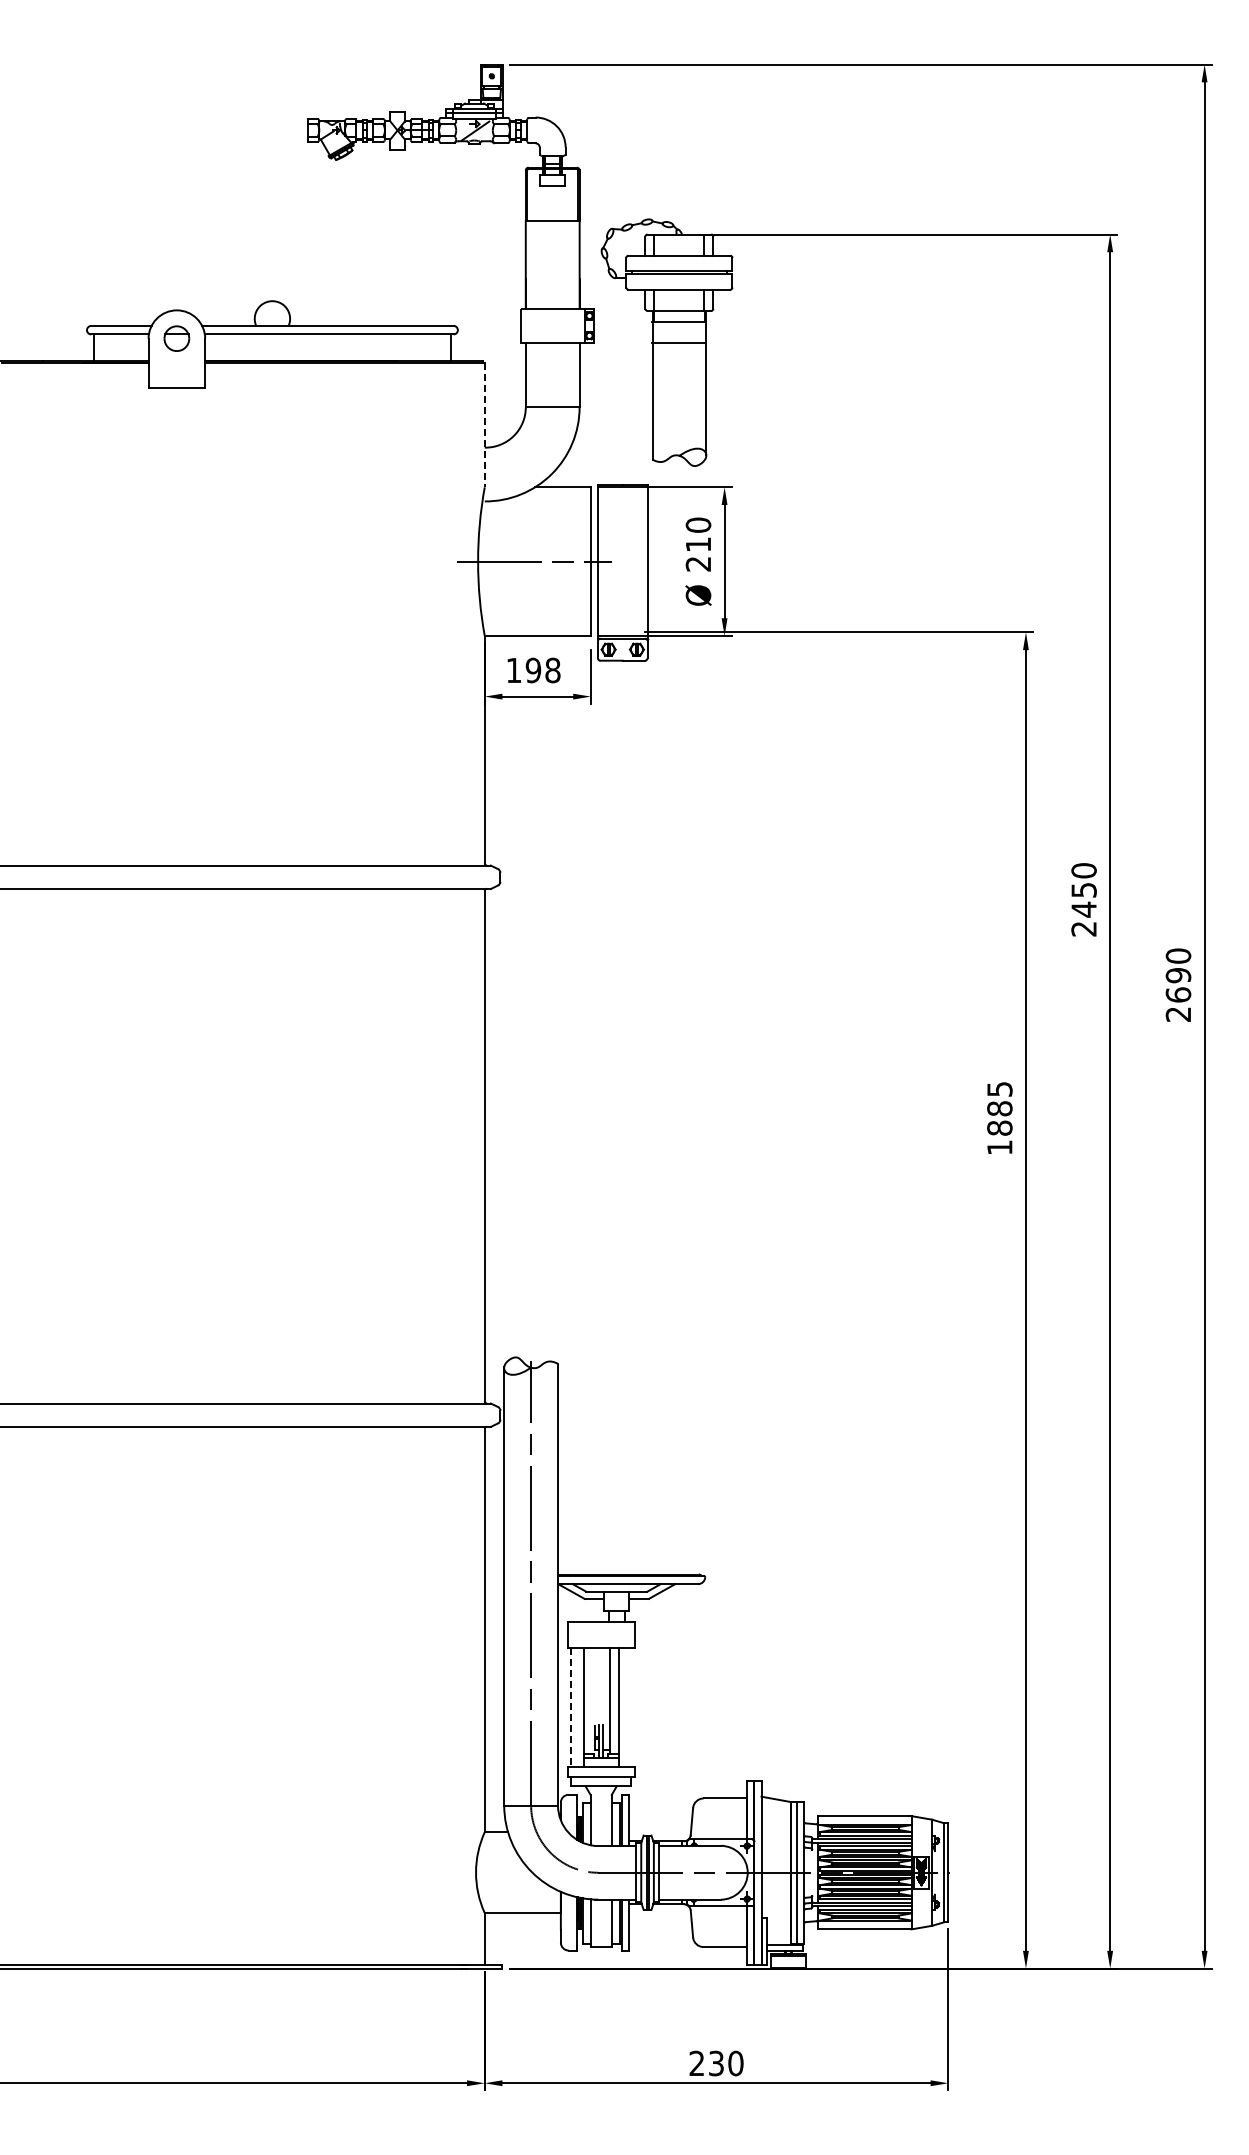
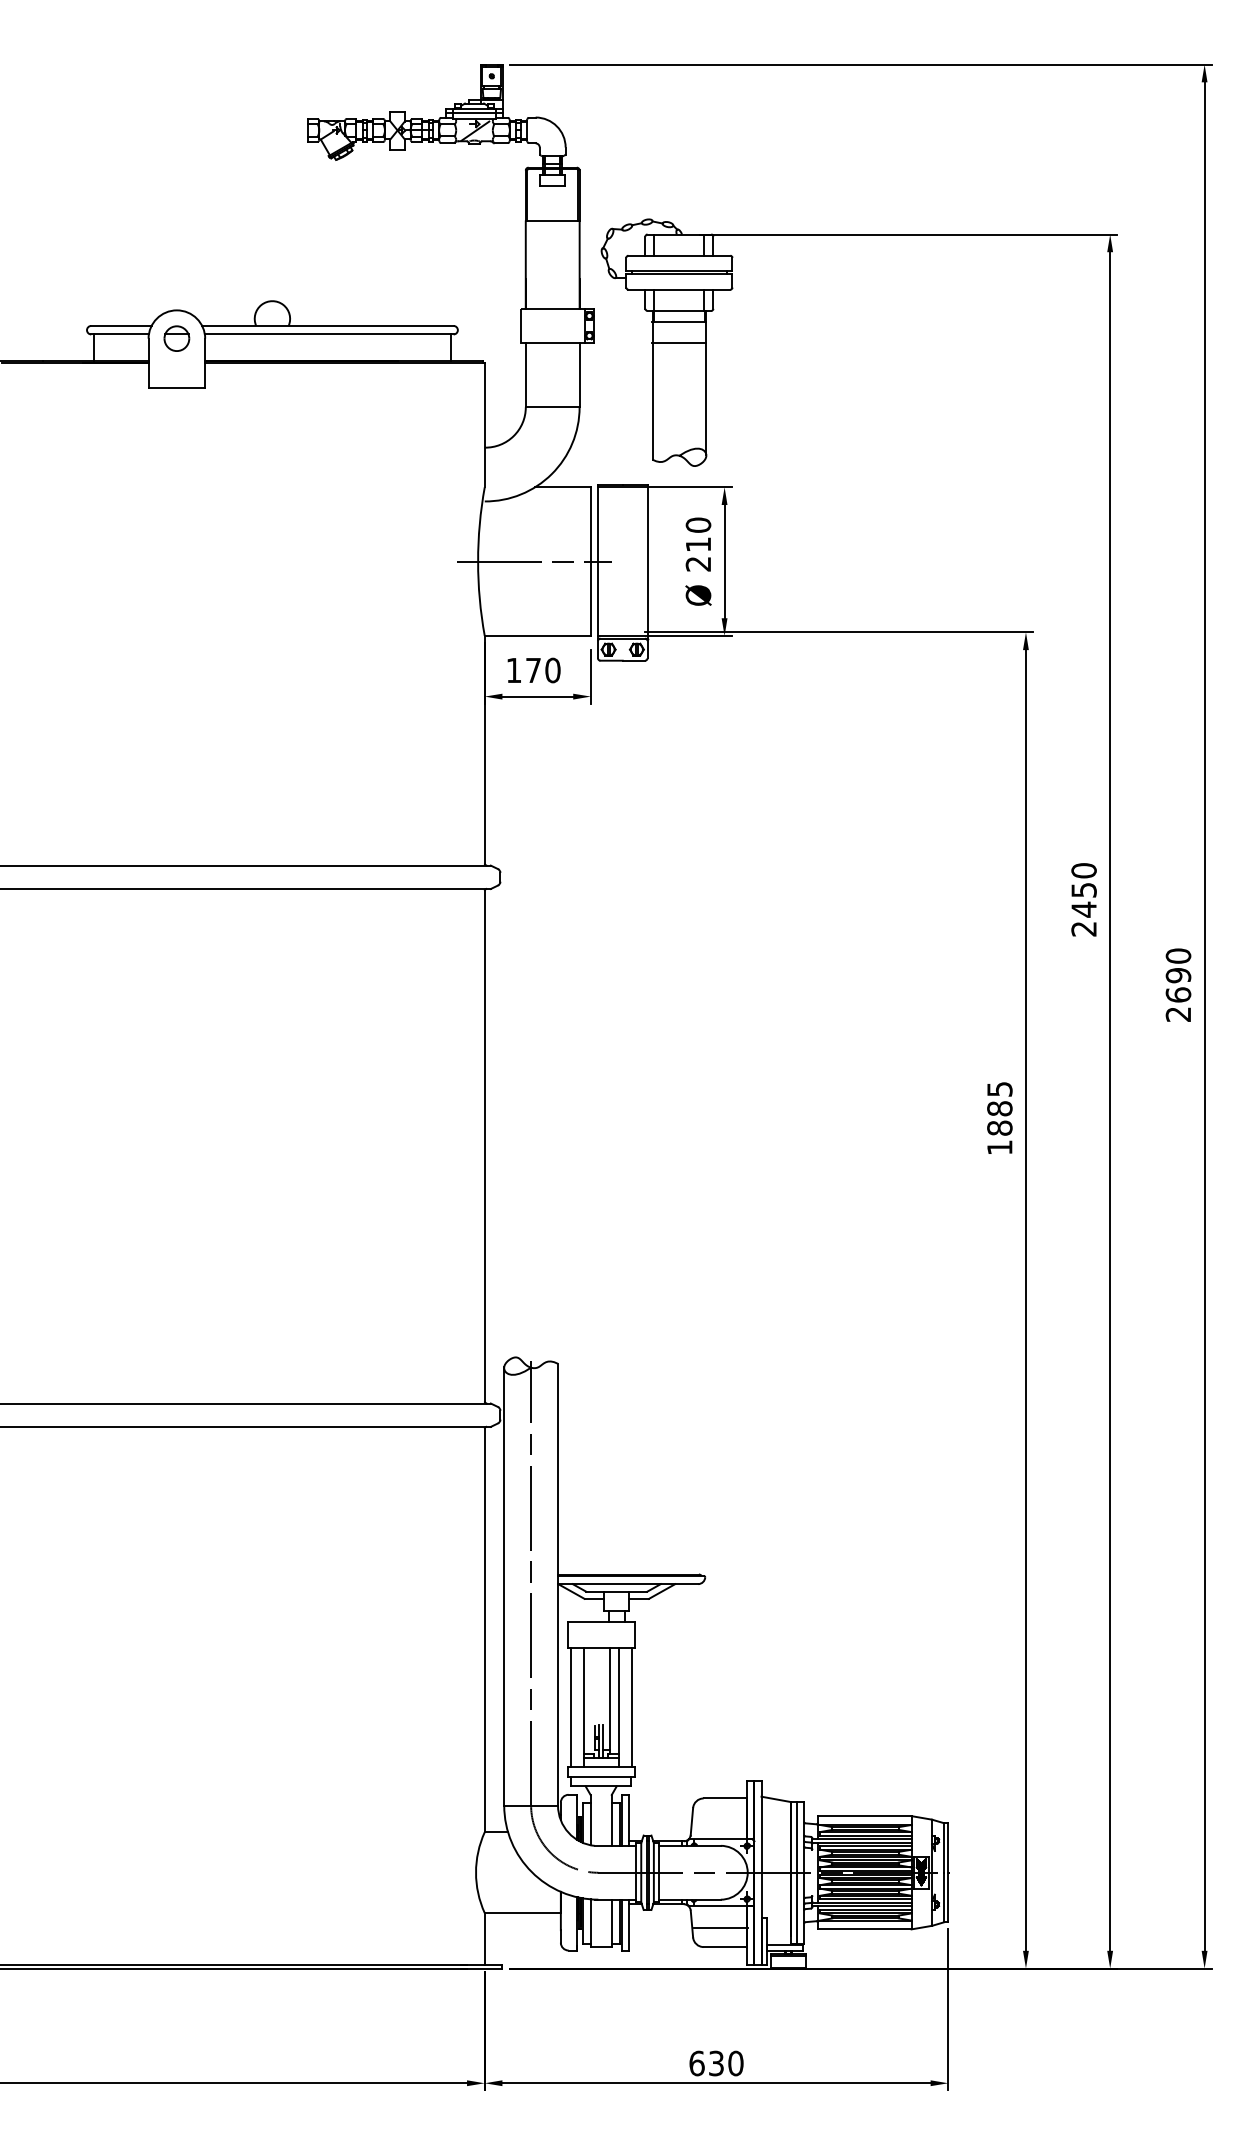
line at (484, 425): dashed -> solid
text at (542, 670): 198 -> 170
line at (631, 1706): none -> present
line at (570, 1707): dashed -> solid
line at (720, 1927): none -> present
text at (696, 2063): 230 -> 630
